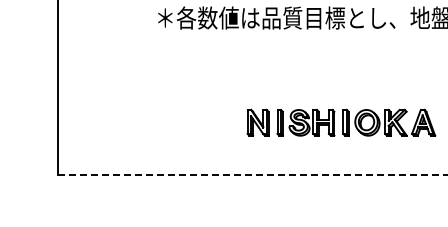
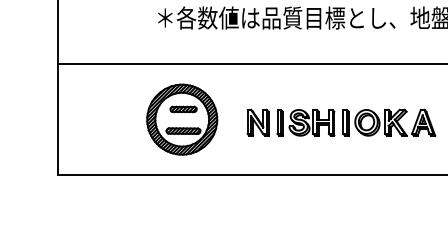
line at (251, 63): none -> present
part at (182, 119): none -> present
line at (253, 174): dashed -> solid
